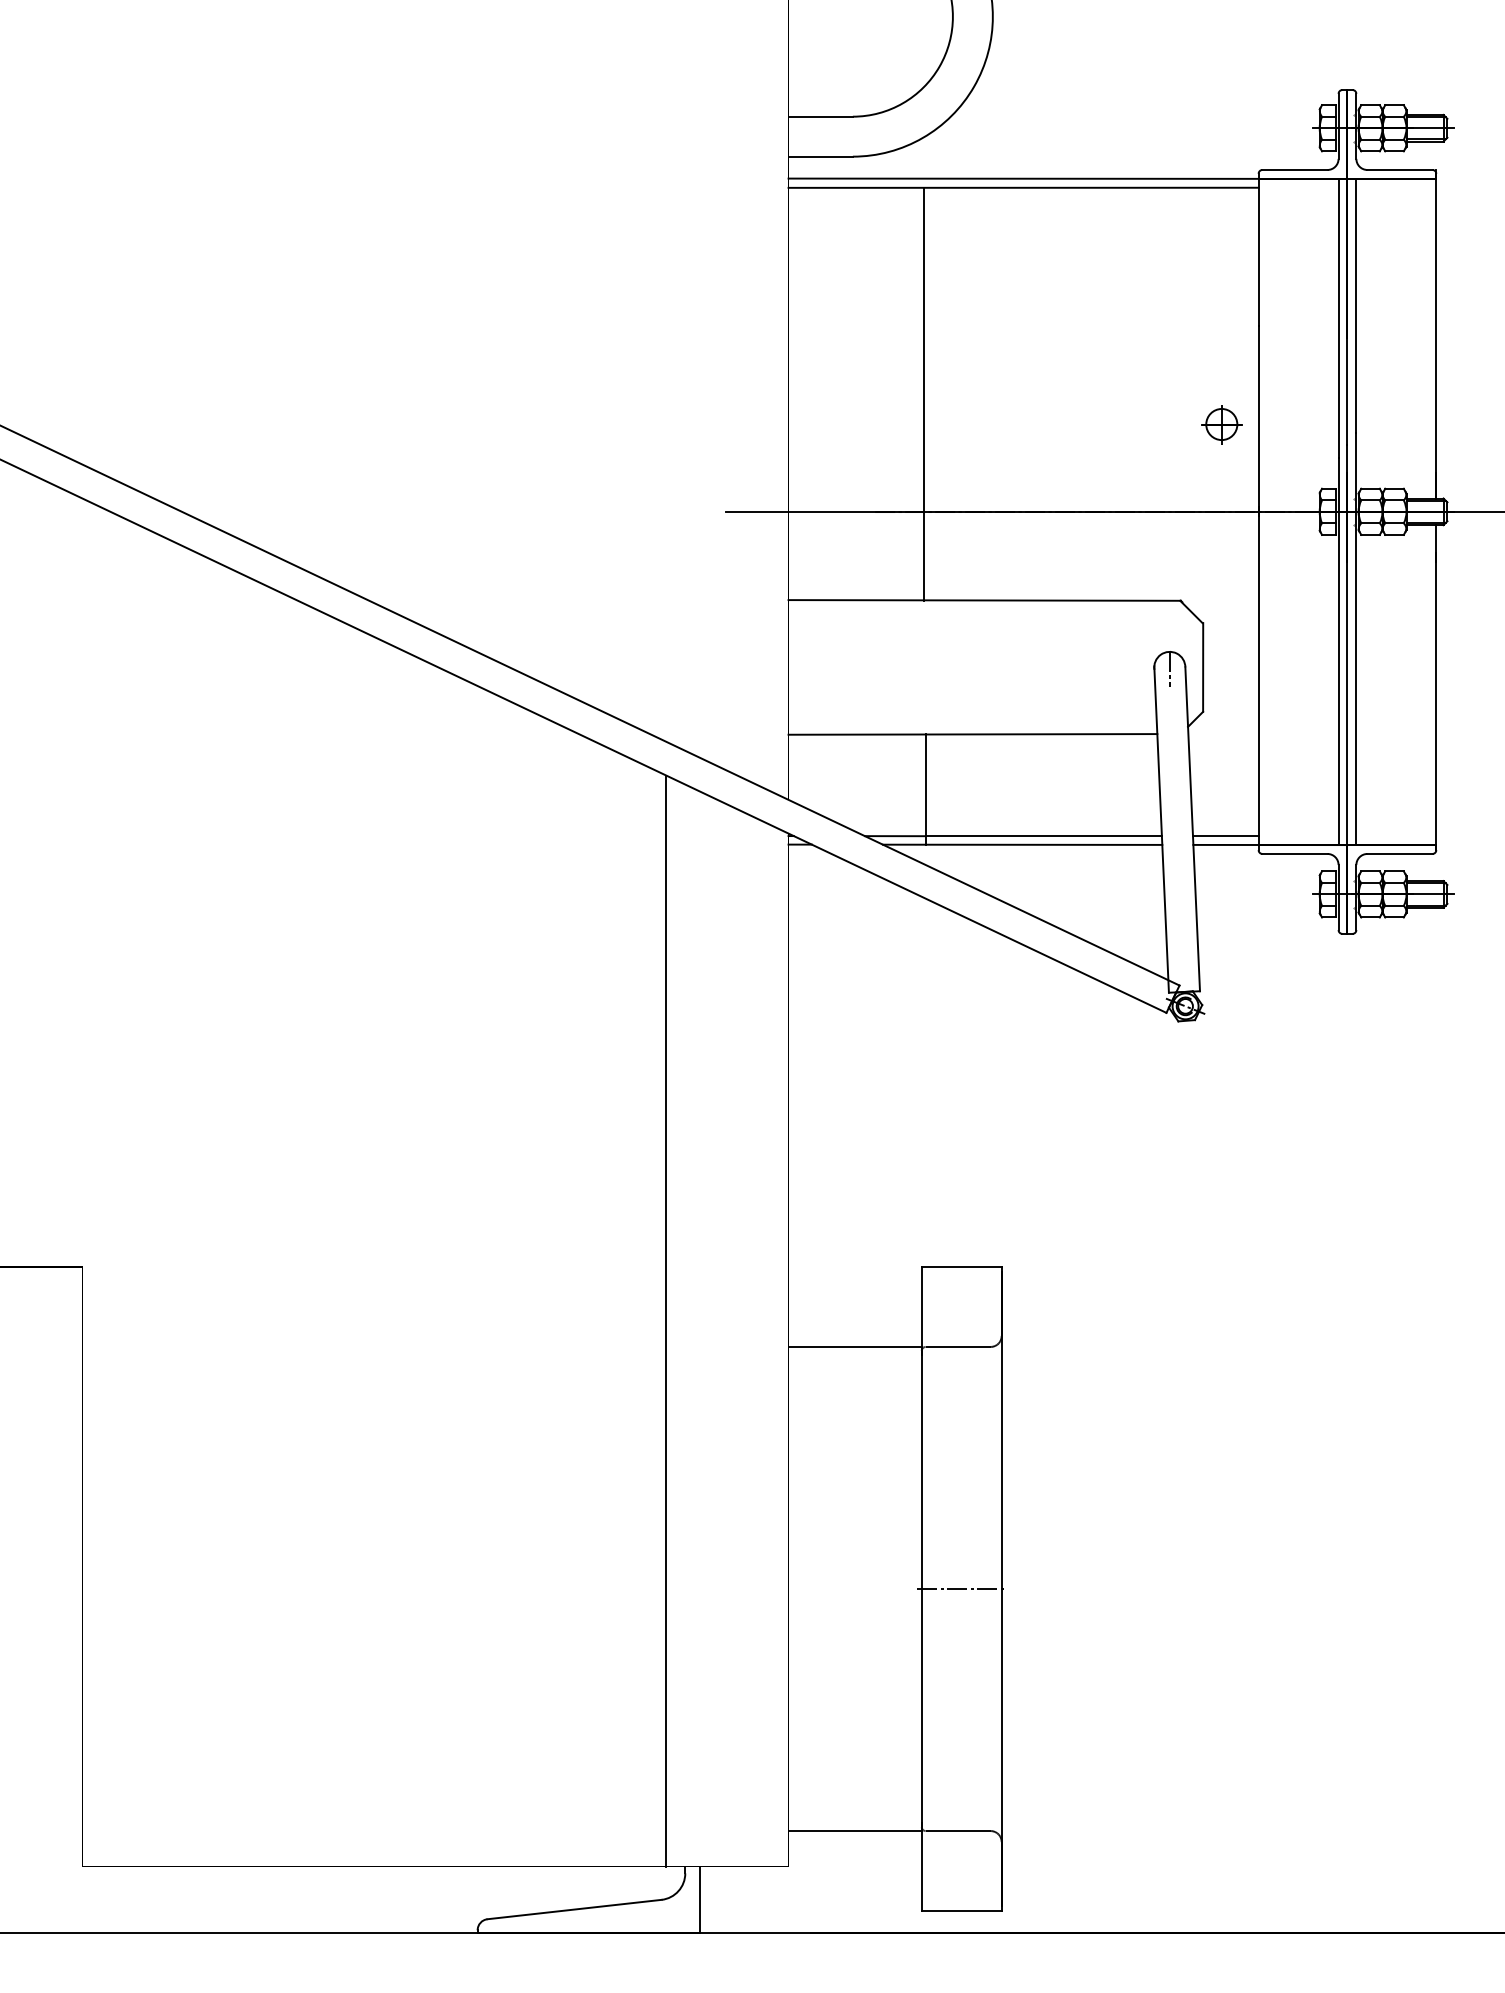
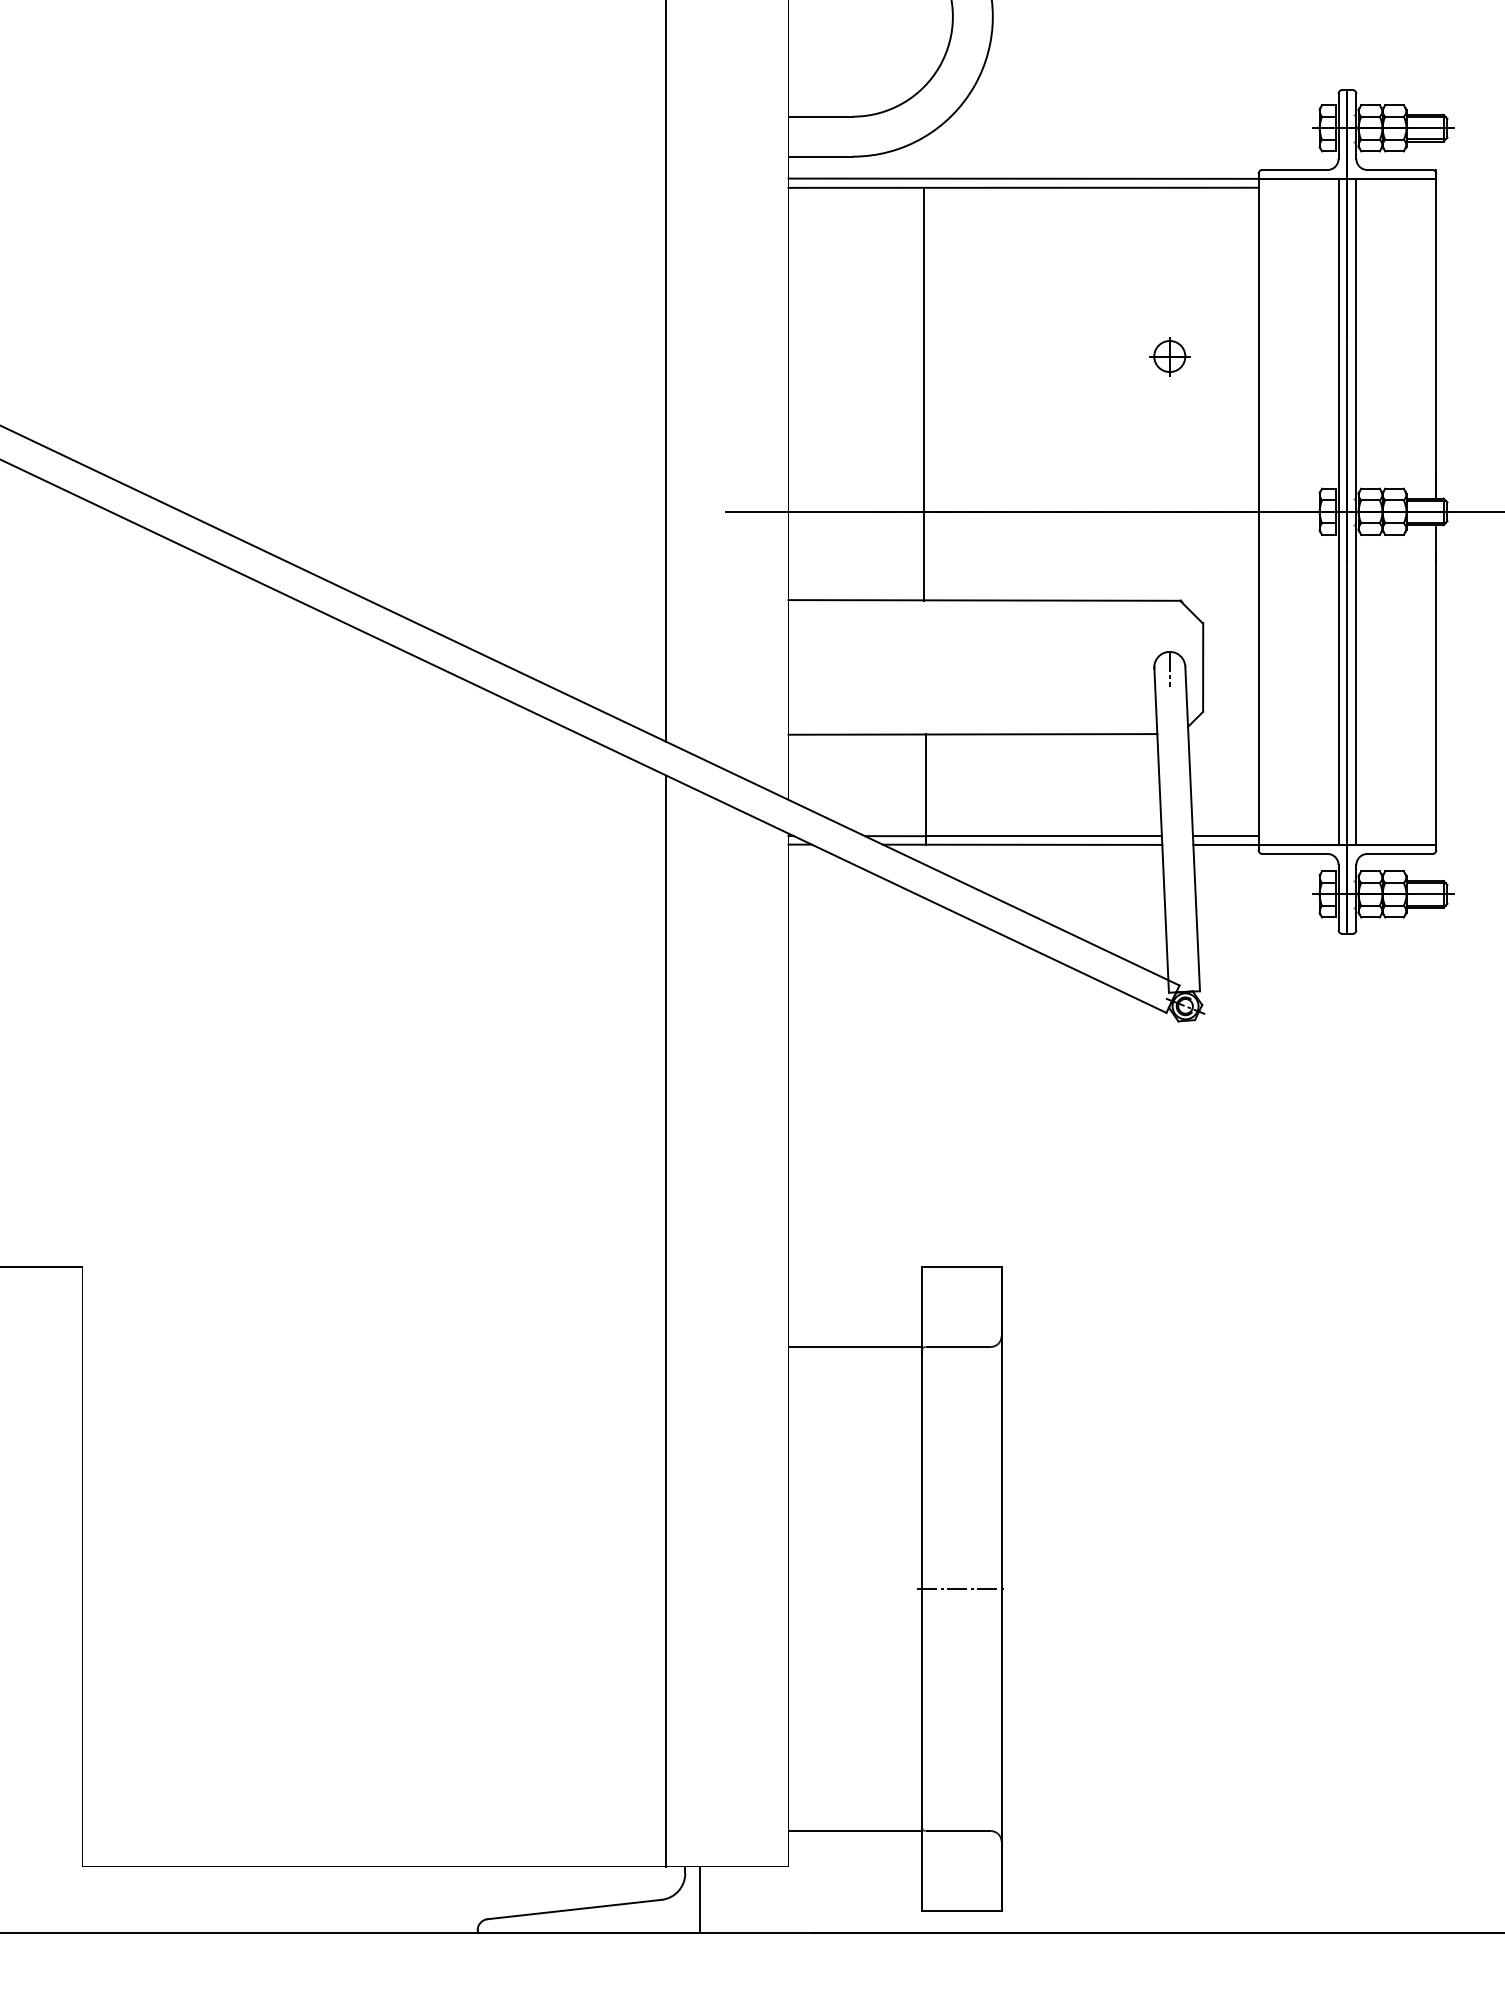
line at (666, 371): none -> present
part at (1221, 424) position: (1221, 424) -> (1169, 356)
